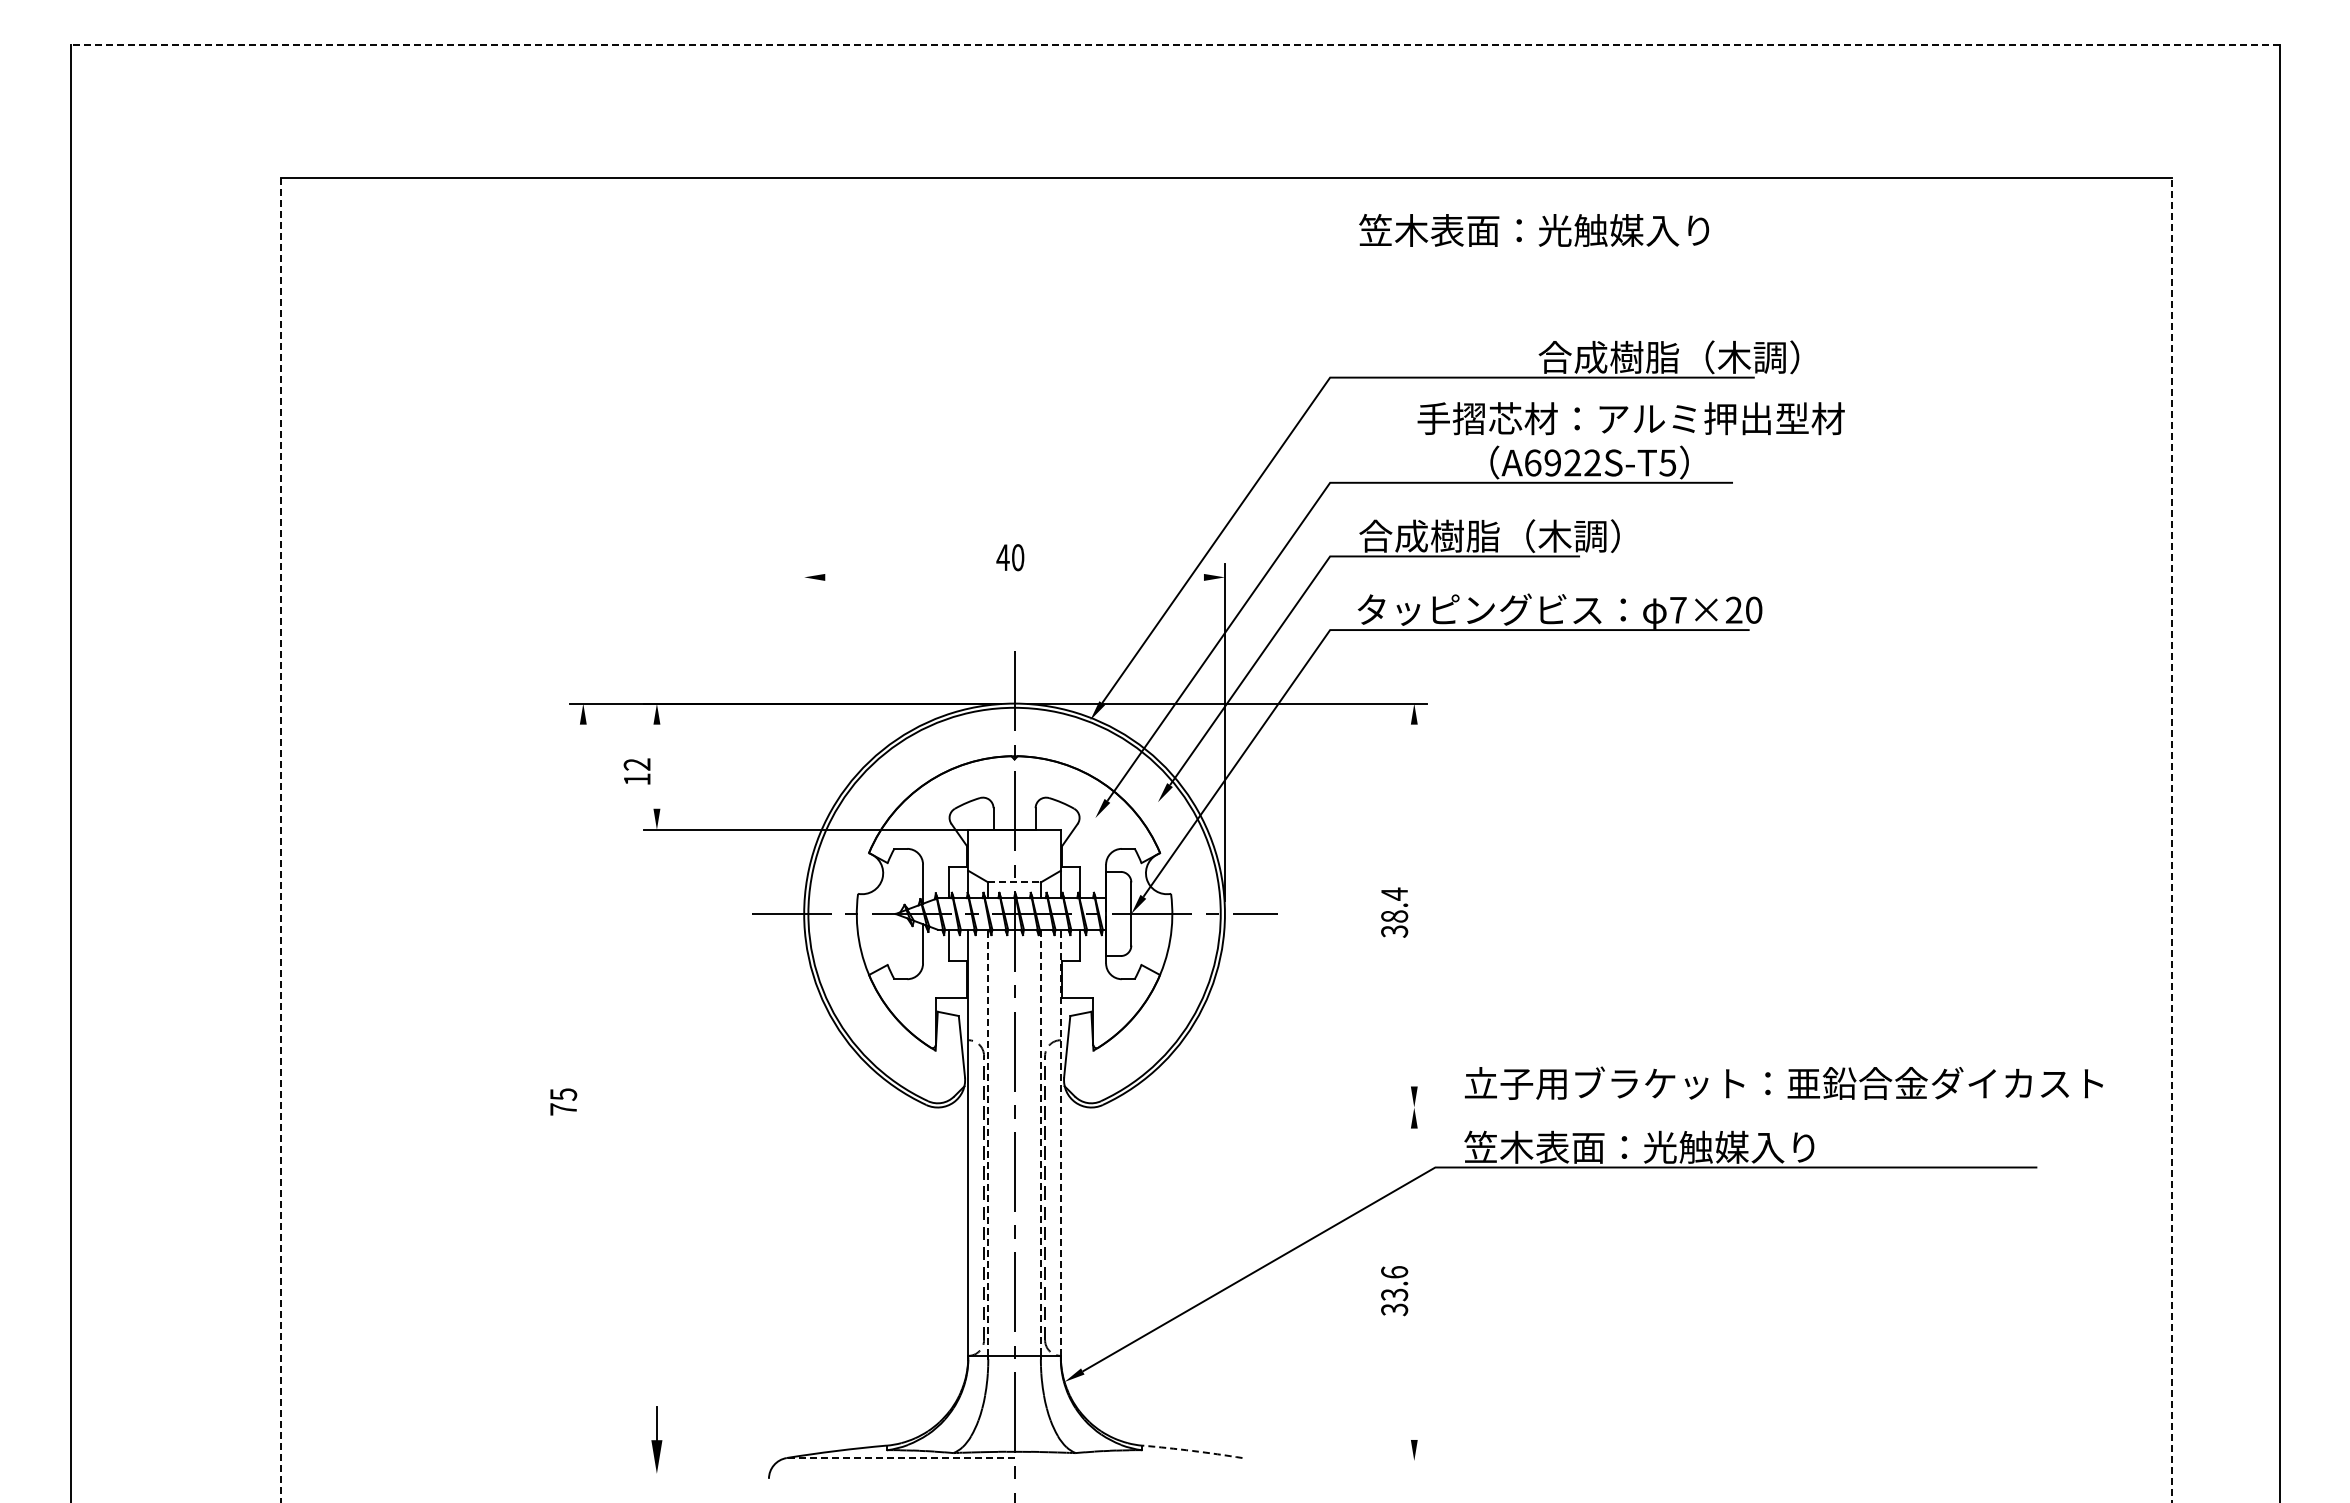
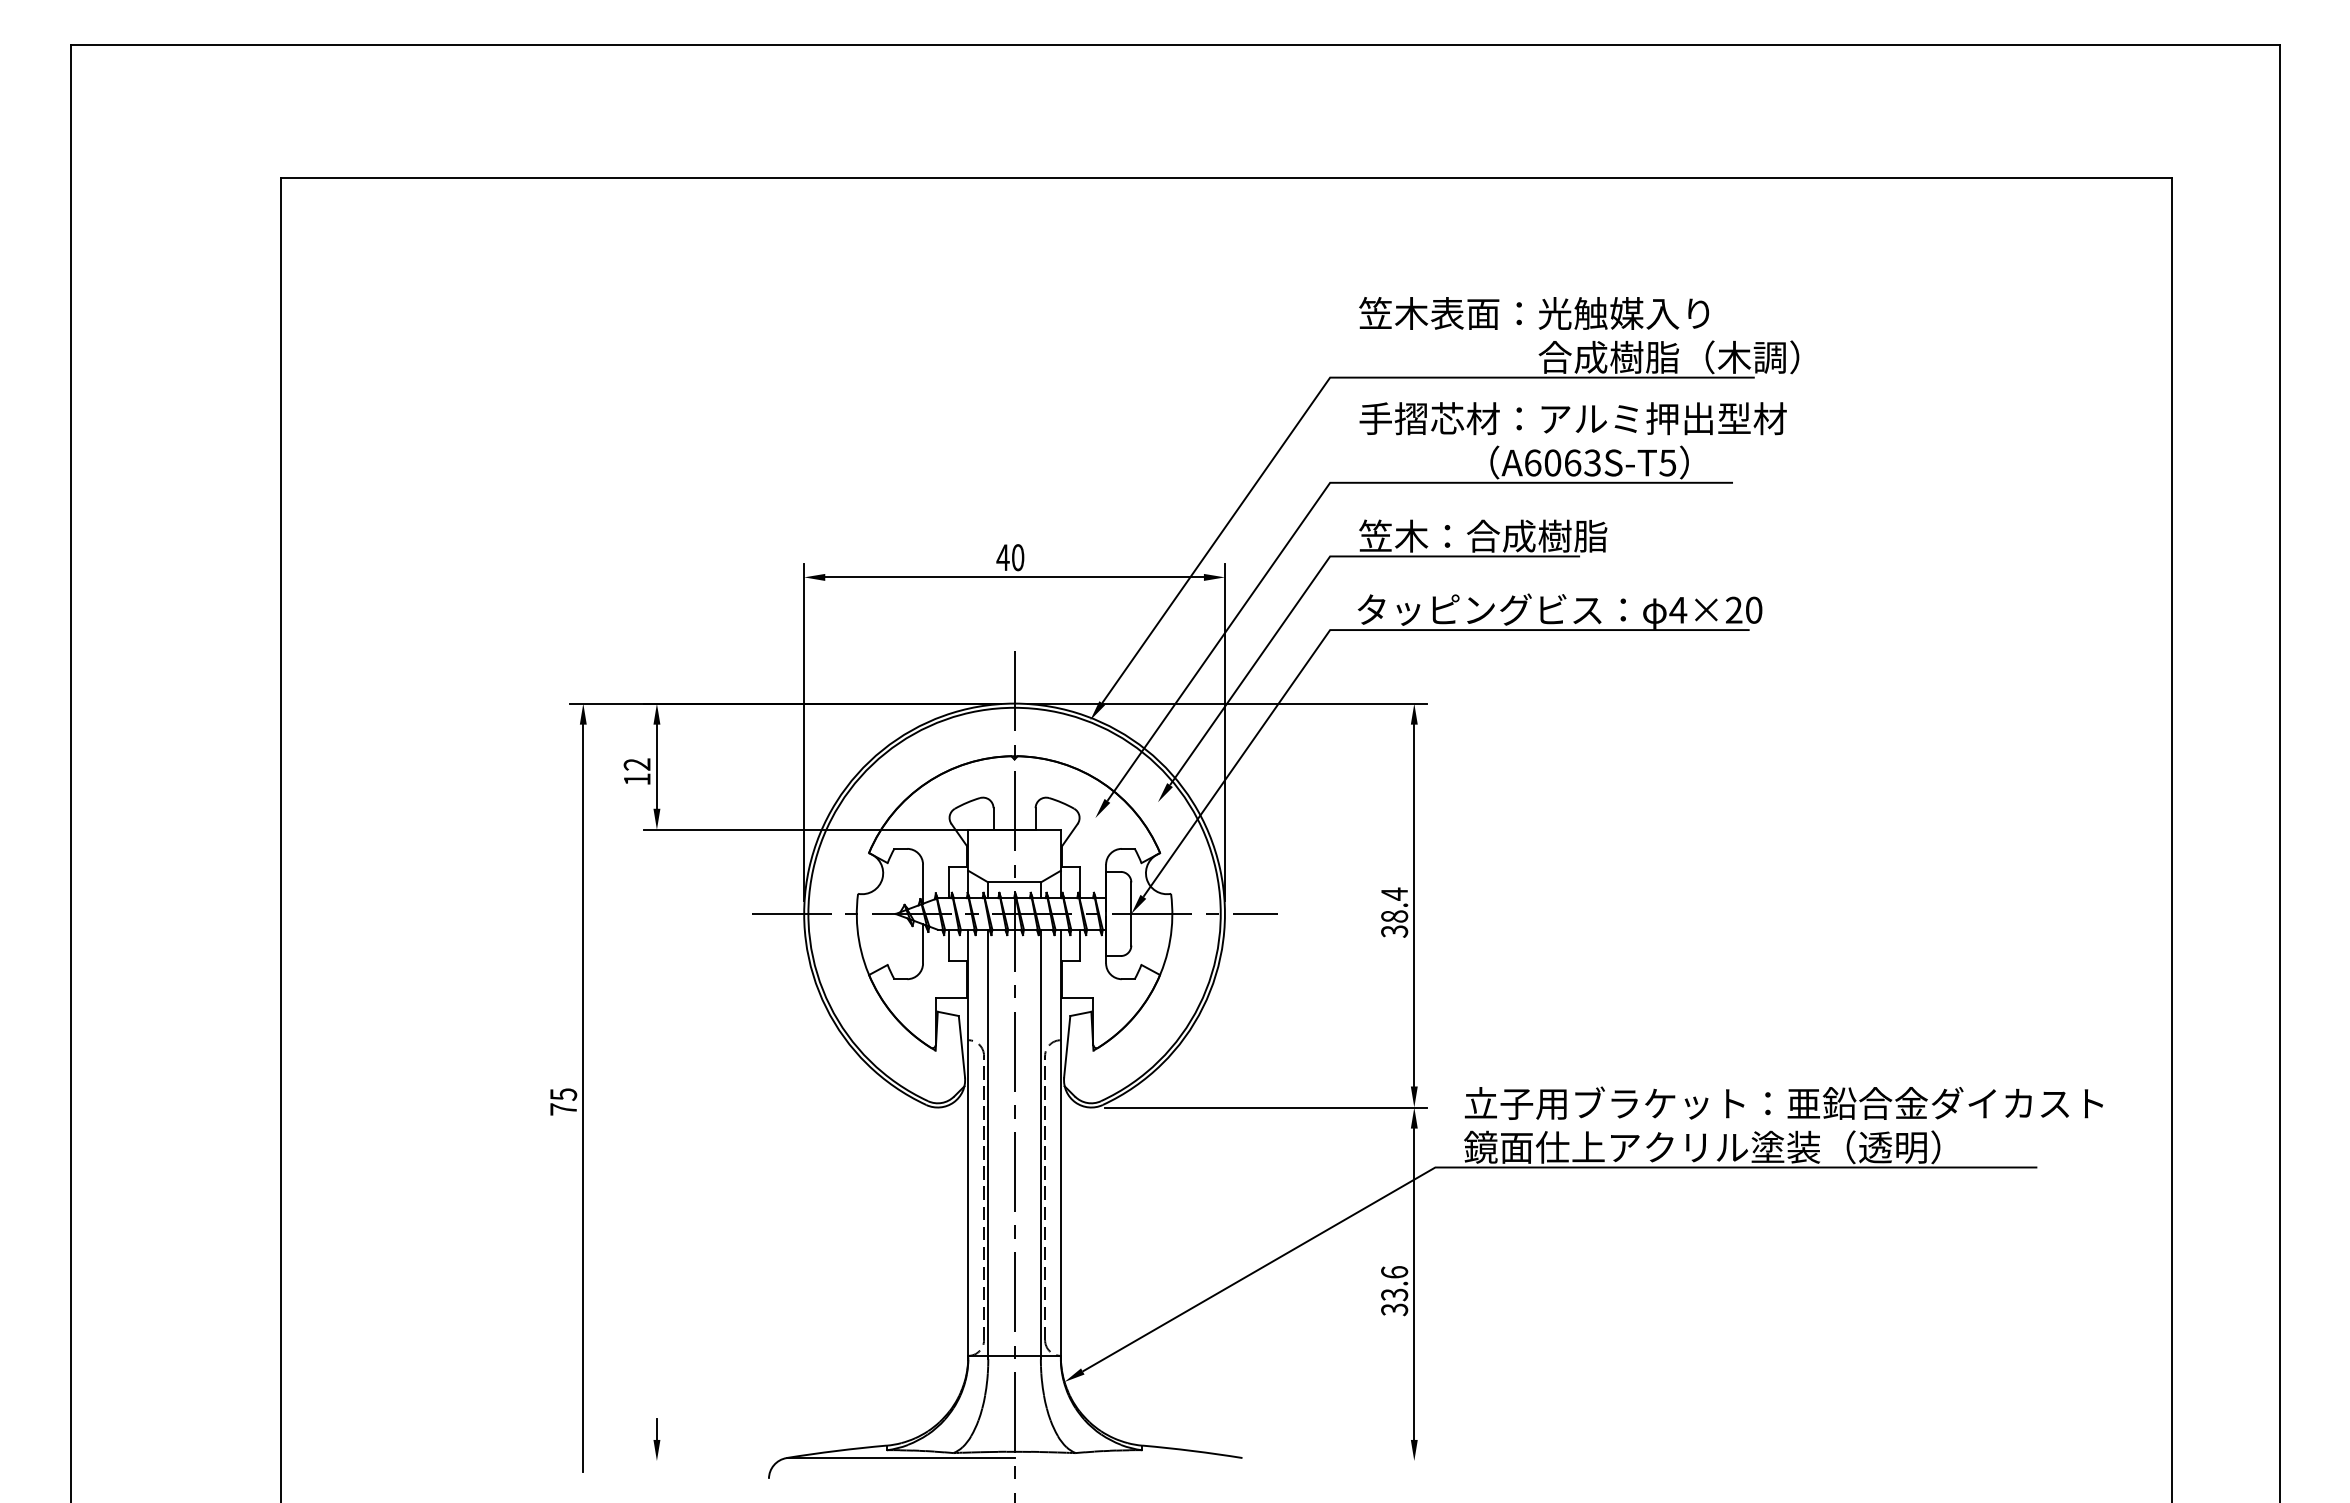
line at (1174, 44): dashed -> solid
text at (1533, 230) position: (1533, 230) -> (1533, 313)
text at (1630, 418) position: (1630, 418) -> (1572, 418)
text at (1572, 462): A6922S-T5 -> A6063S-T5
text at (1489, 536): 合成樹脂（木調） -> 笠木：合成樹脂
line at (1014, 577): none -> present
text at (1678, 610): 7×20 -> 4×20
line at (804, 732): none -> present
line at (656, 766): none -> present
line at (2171, 839): dashed -> solid
line at (280, 840): dashed -> solid
line at (1015, 882): dashed -> solid
line at (1414, 905): none -> present
text at (1783, 1082) position: (1783, 1082) -> (1783, 1102)
line at (583, 1097): none -> present
line at (1265, 1107): none -> present
line at (988, 1142): dashed -> solid
line at (1060, 1142): dashed -> solid
line at (1040, 1143): dashed -> solid
text at (1702, 1147): 笠木表面：光触媒入り -> 鏡面仕上アクリル塗装（透明）
line at (1414, 1283): none -> present
part at (656, 1439) size: 12x68 px -> 8x43 px
arc at (1192, 1450): dashed -> solid
line at (900, 1458): dashed -> solid
